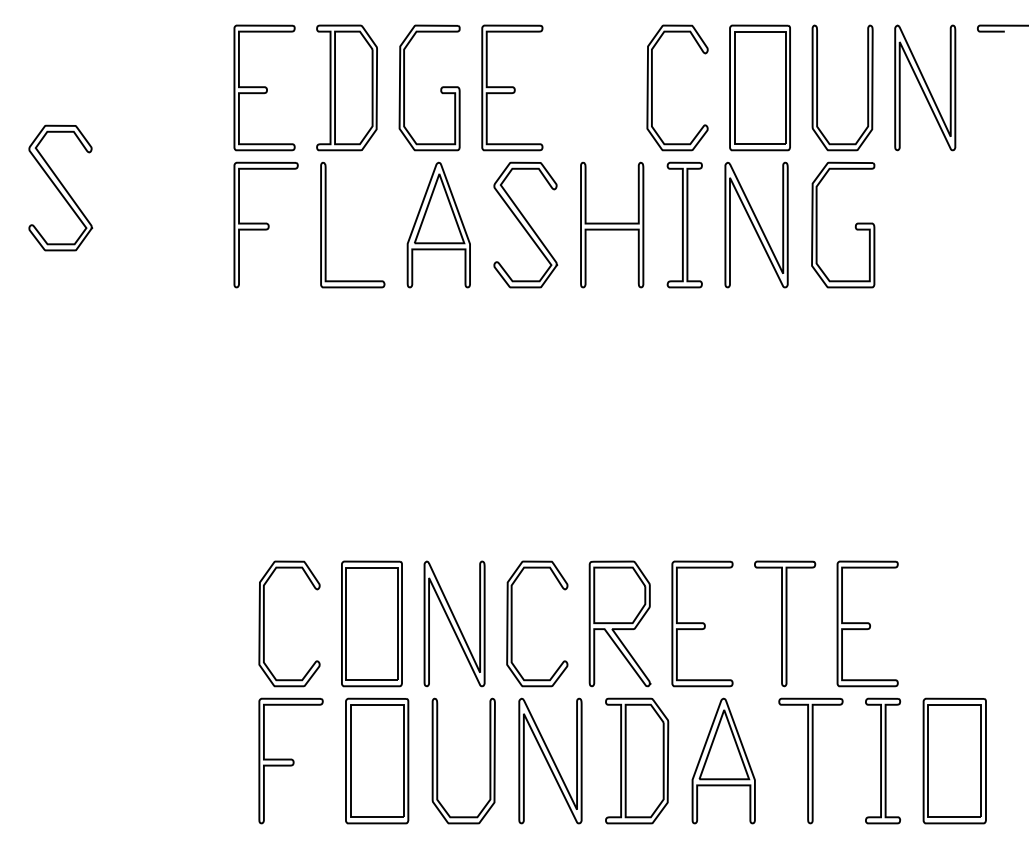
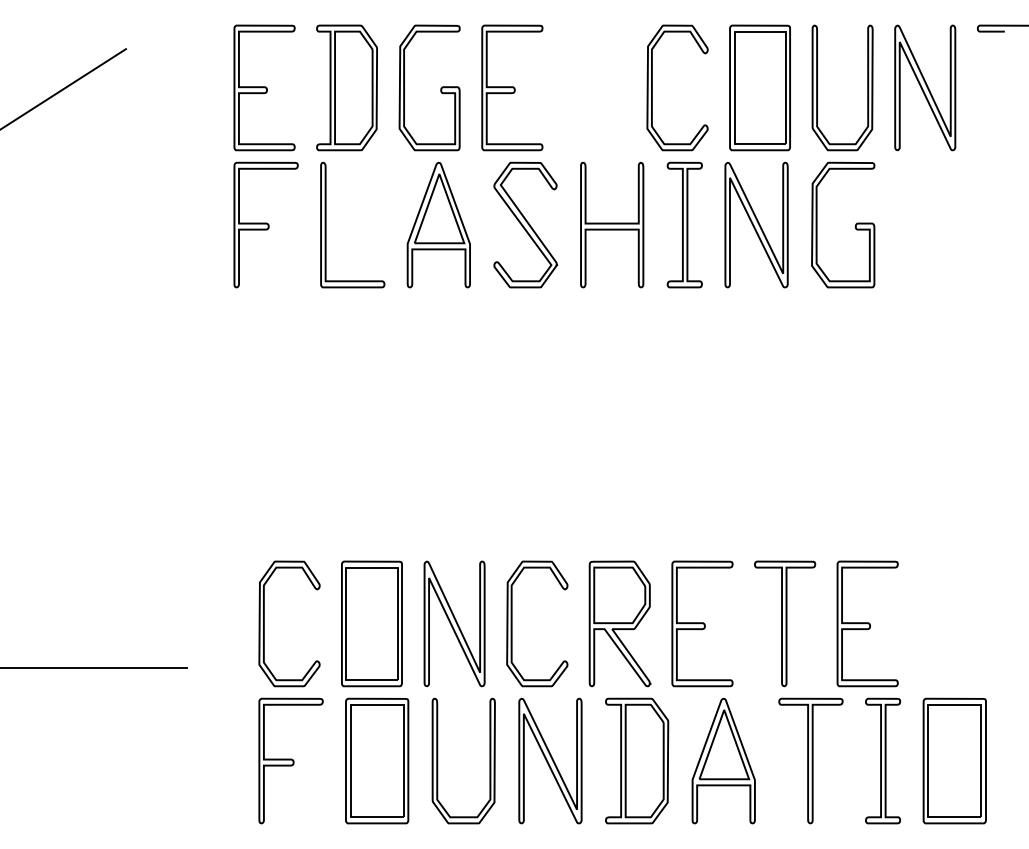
line at (64, 88): none -> present
part at (60, 187): present -> none
line at (94, 667): none -> present
